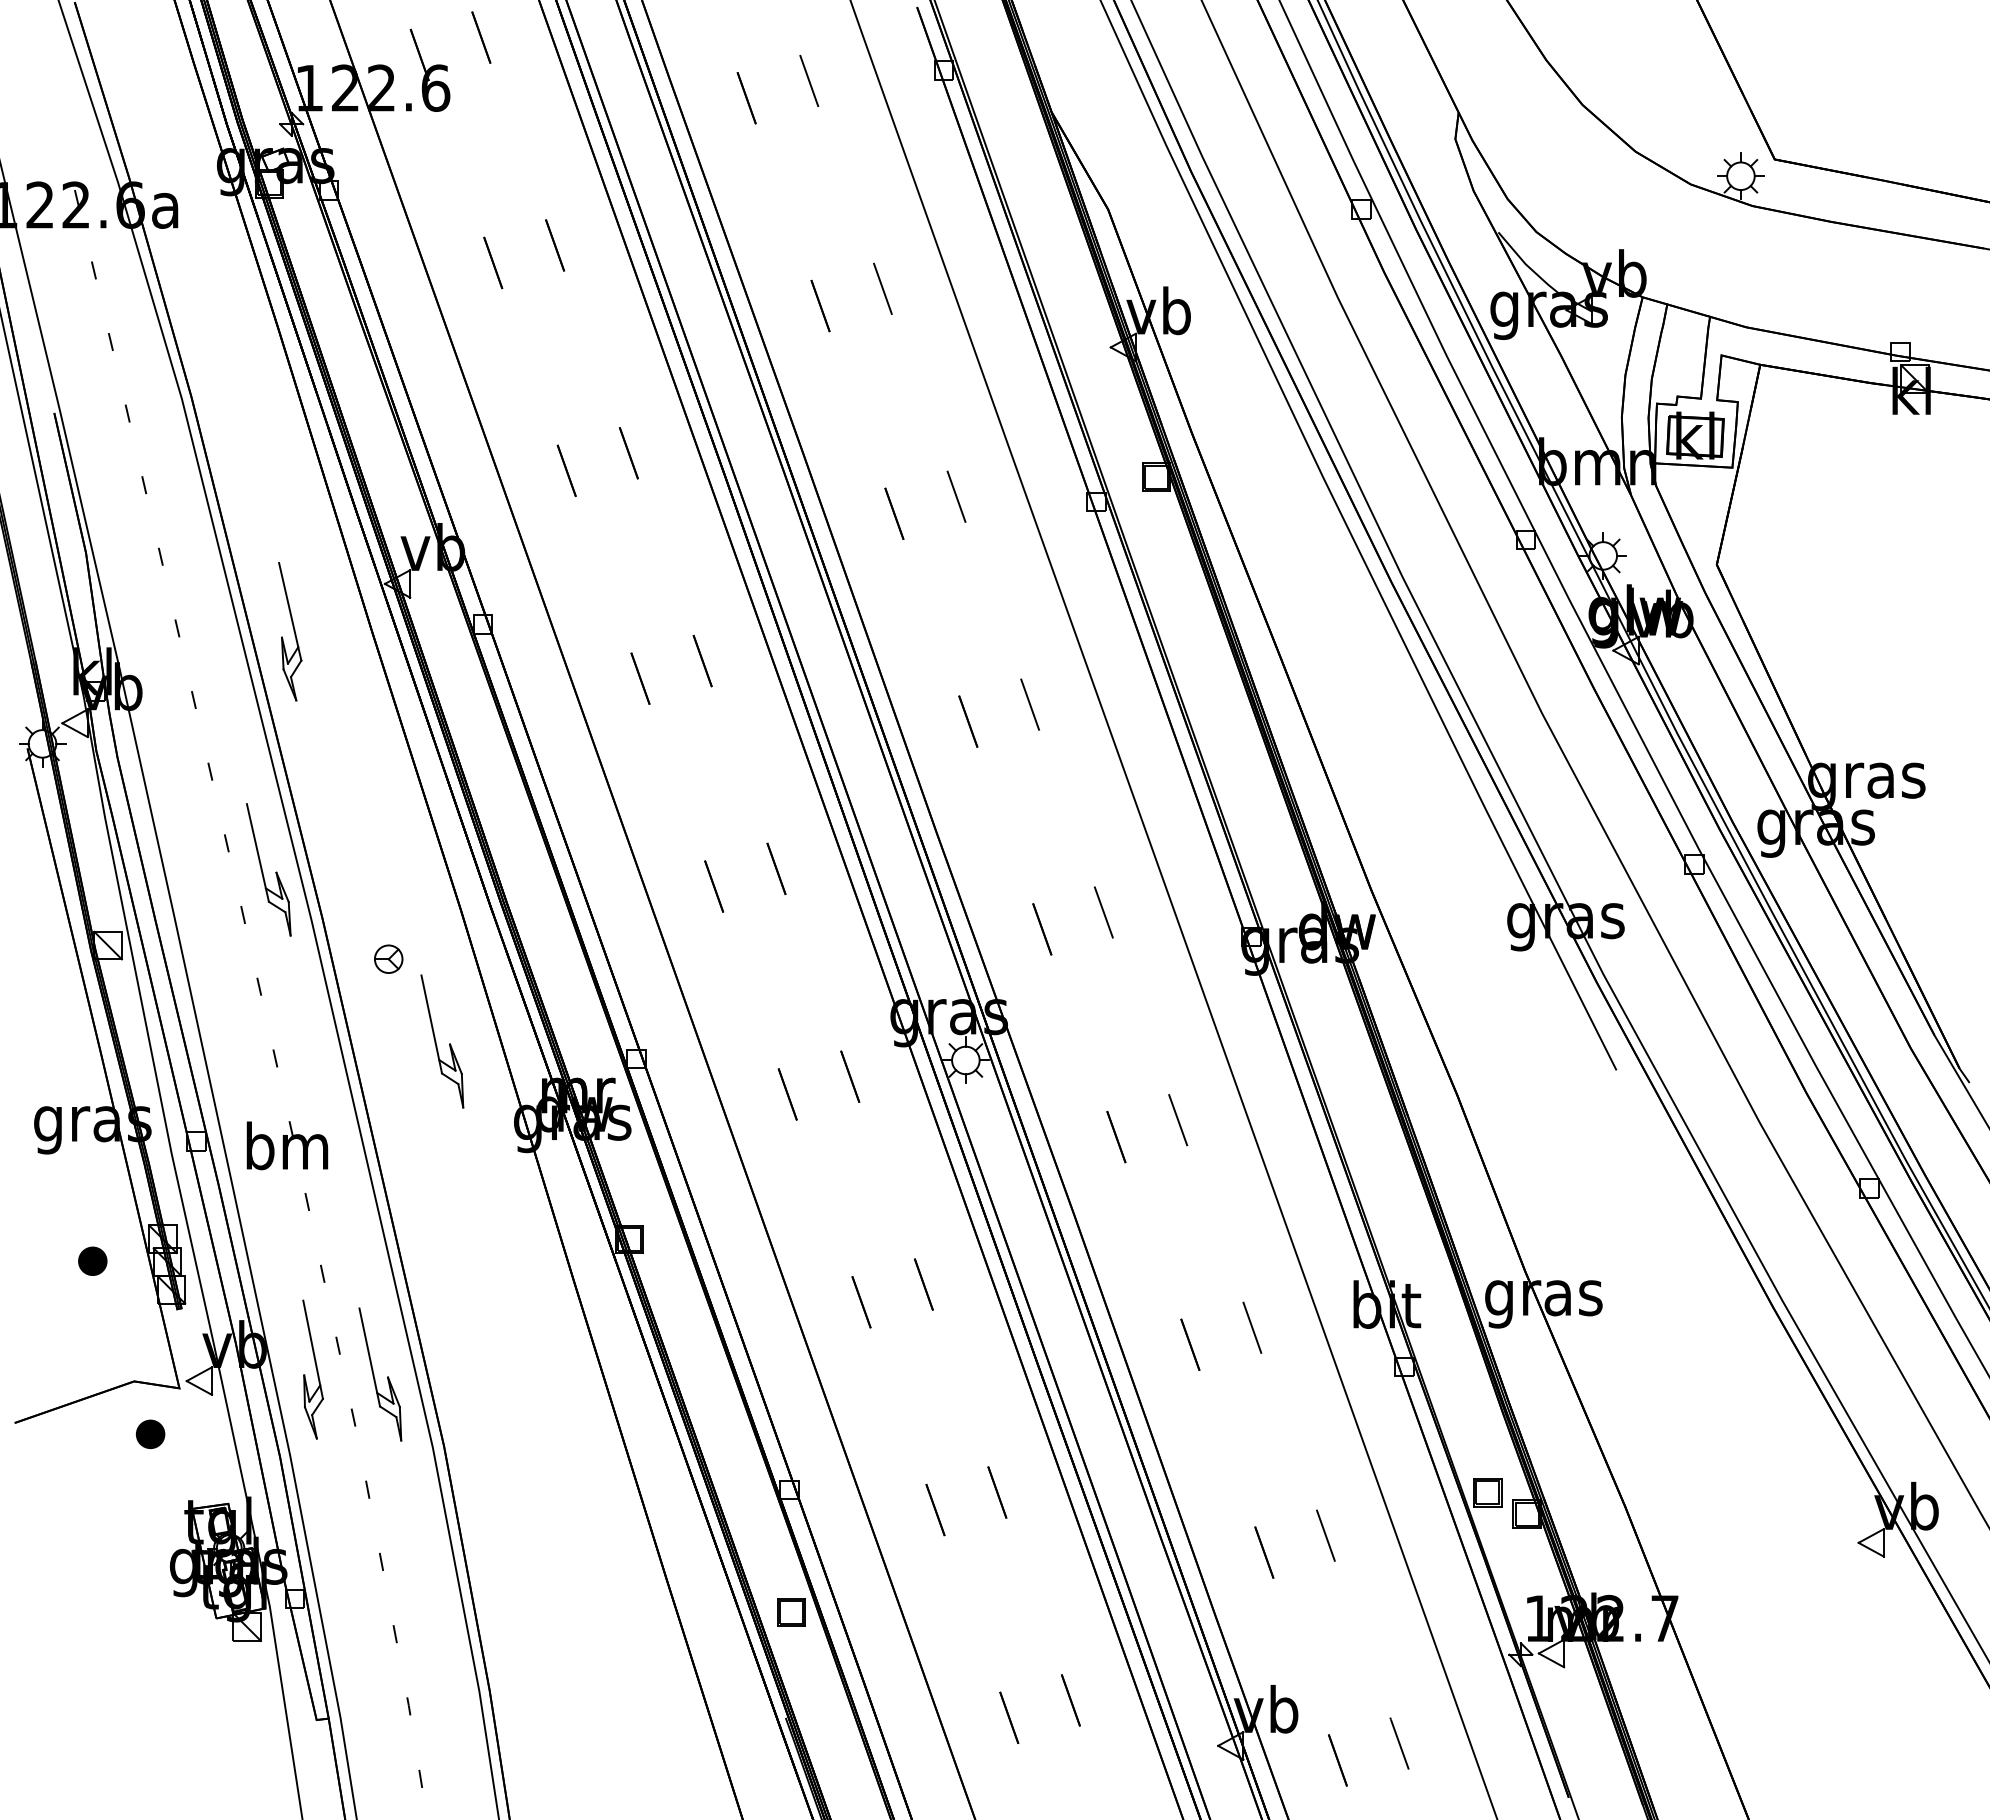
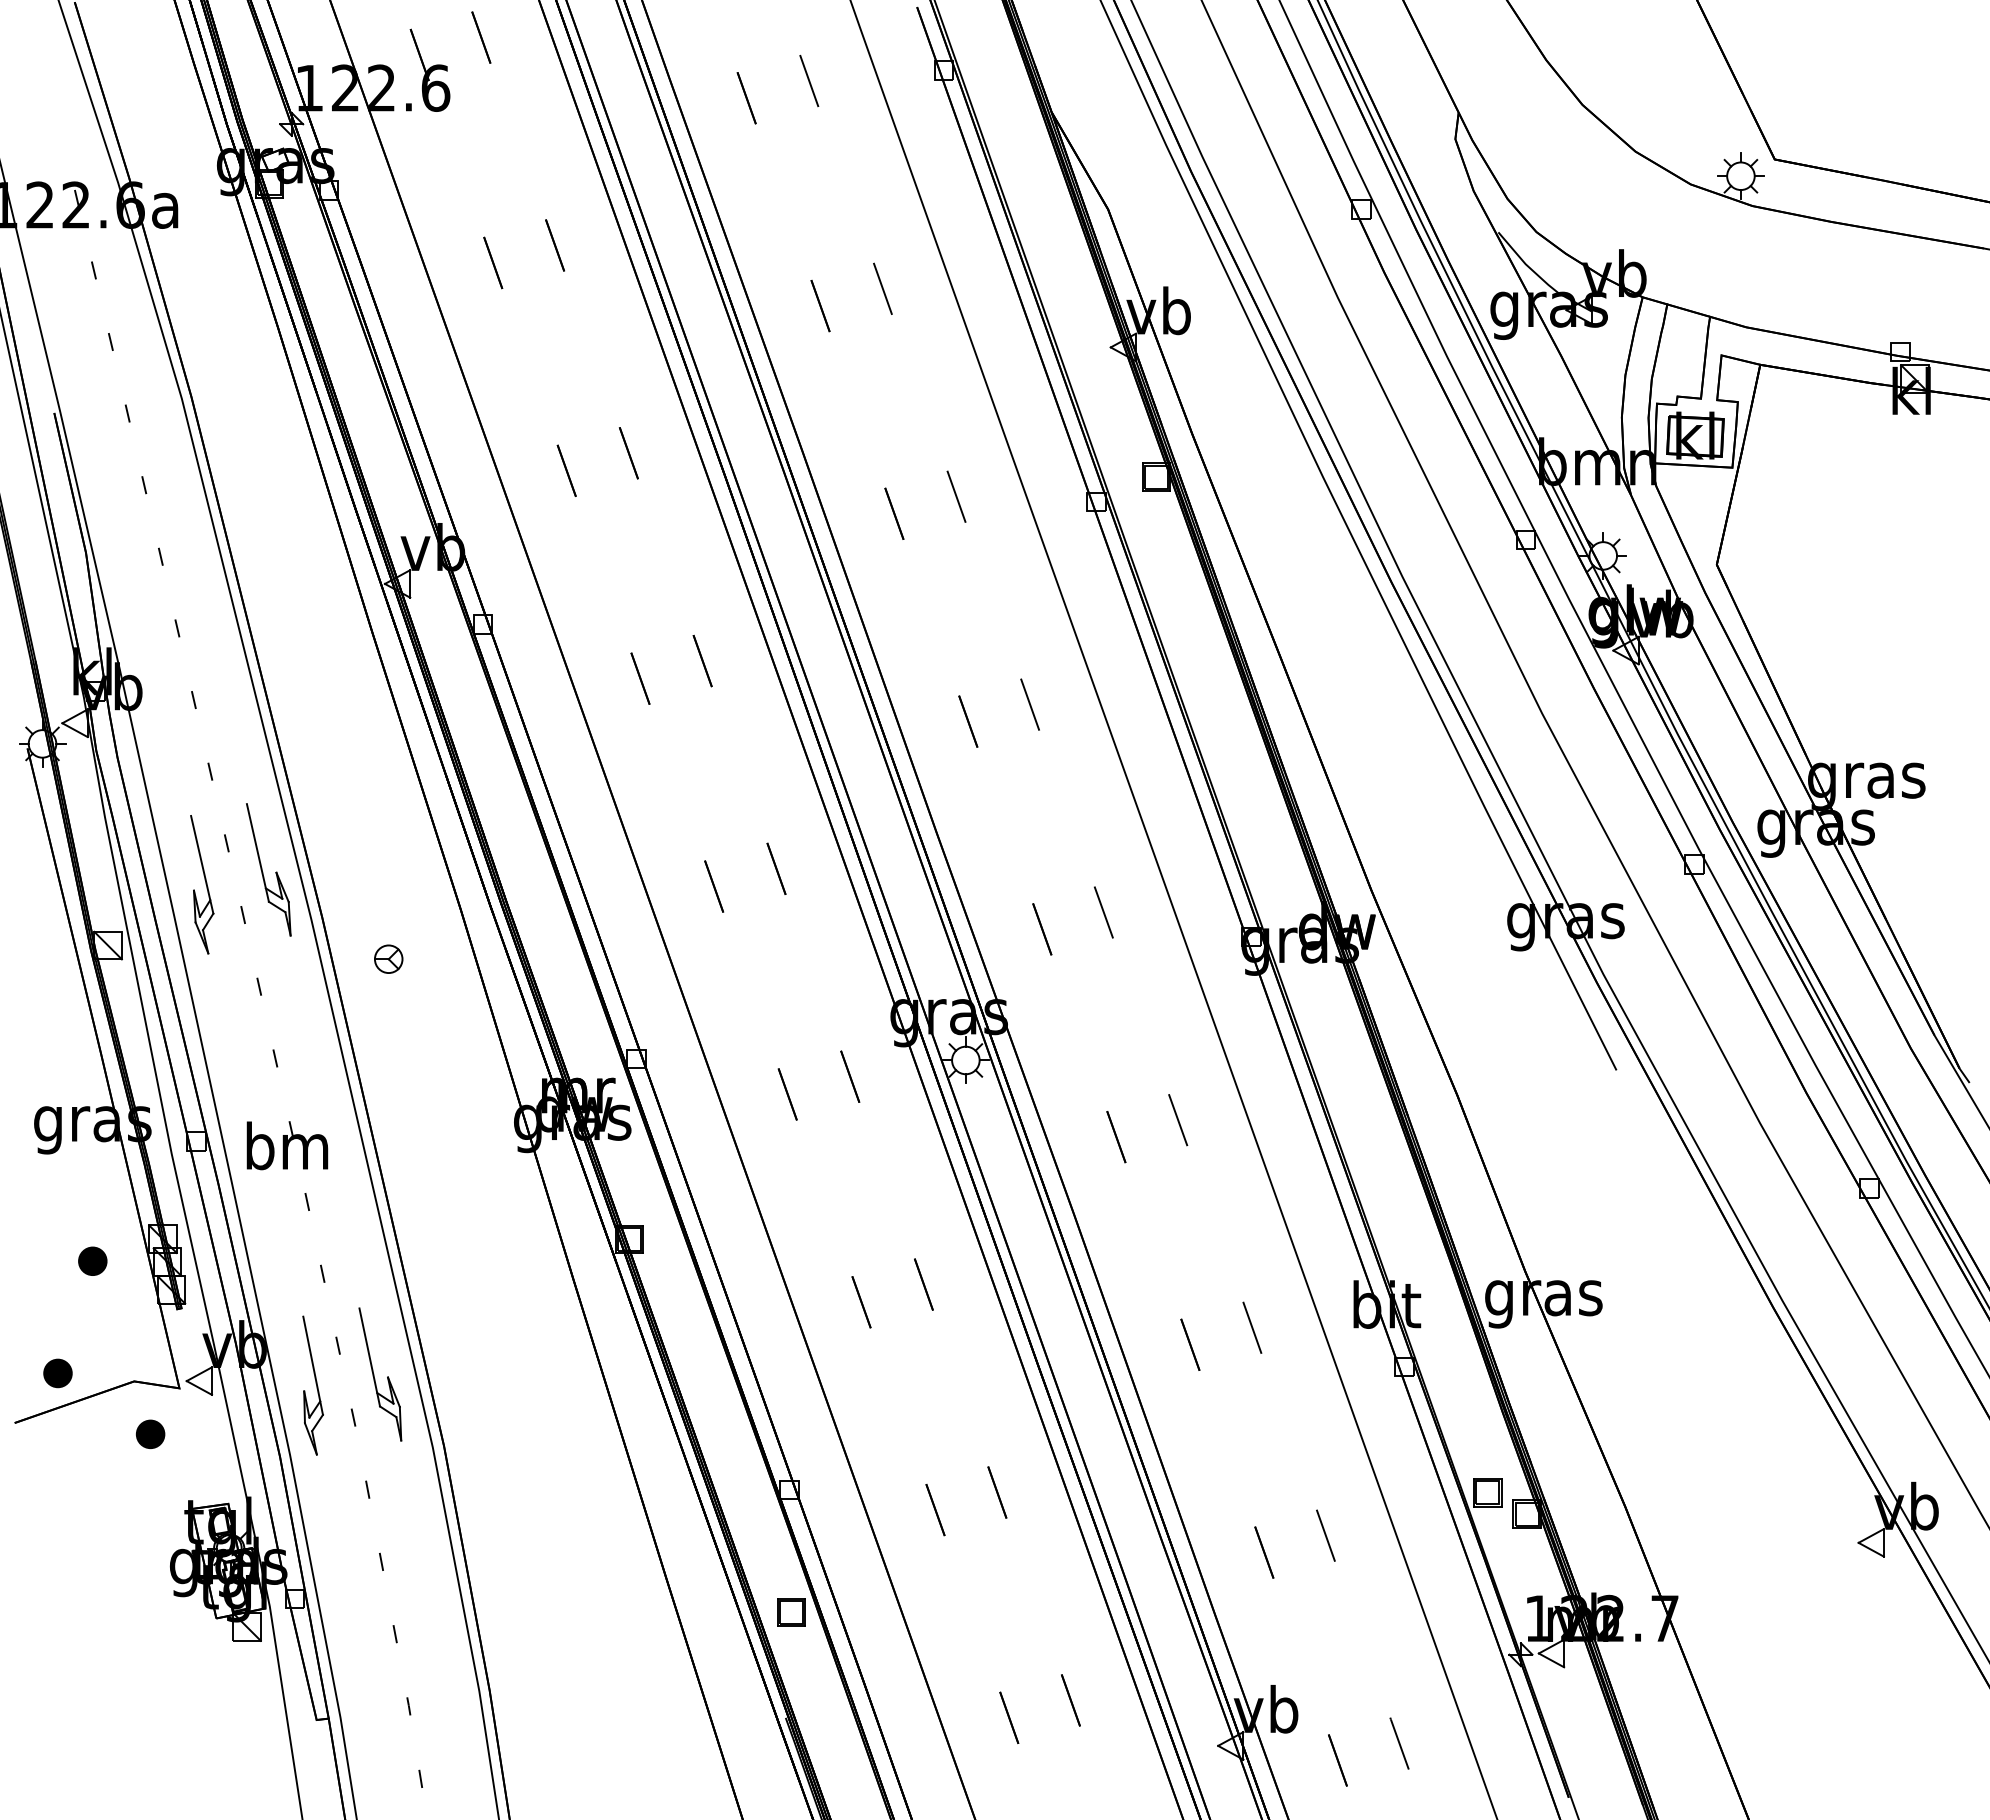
part at (290, 631) position: (290, 631) -> (202, 884)
part at (442, 1041): present -> none
part at (312, 1369) position: (312, 1369) -> (312, 1385)
part at (57, 1373): none -> present
